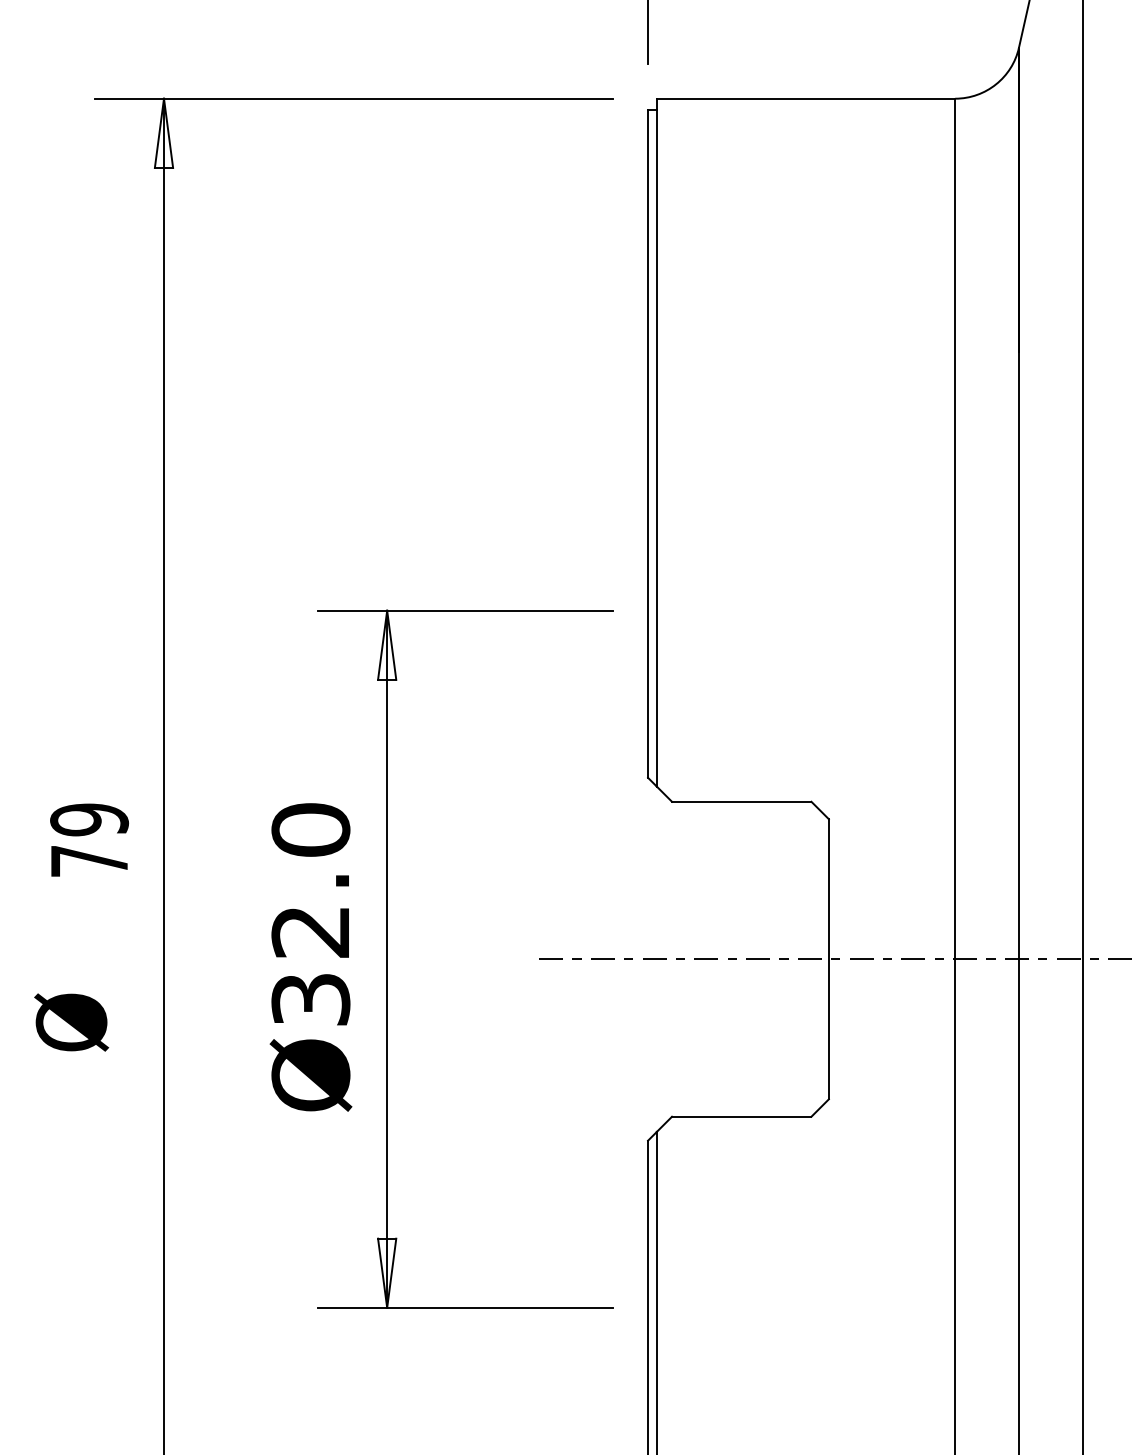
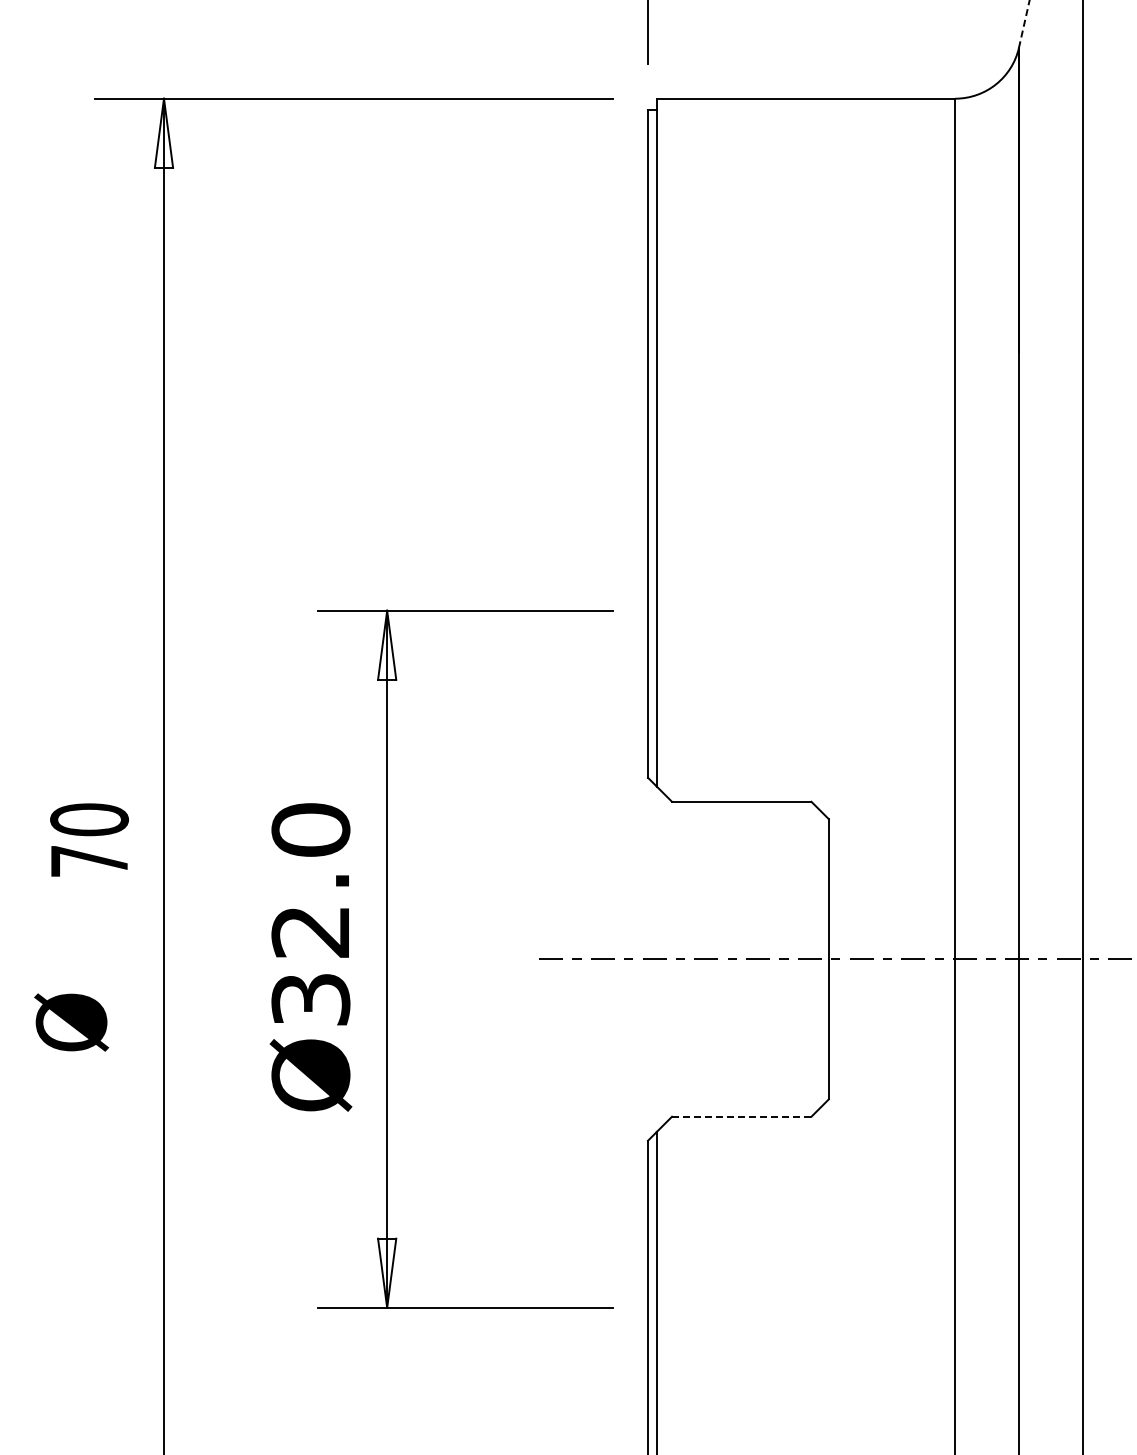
line at (1024, 24): solid -> dashed
text at (89, 819): 79 -> 70
line at (741, 1116): solid -> dashed
